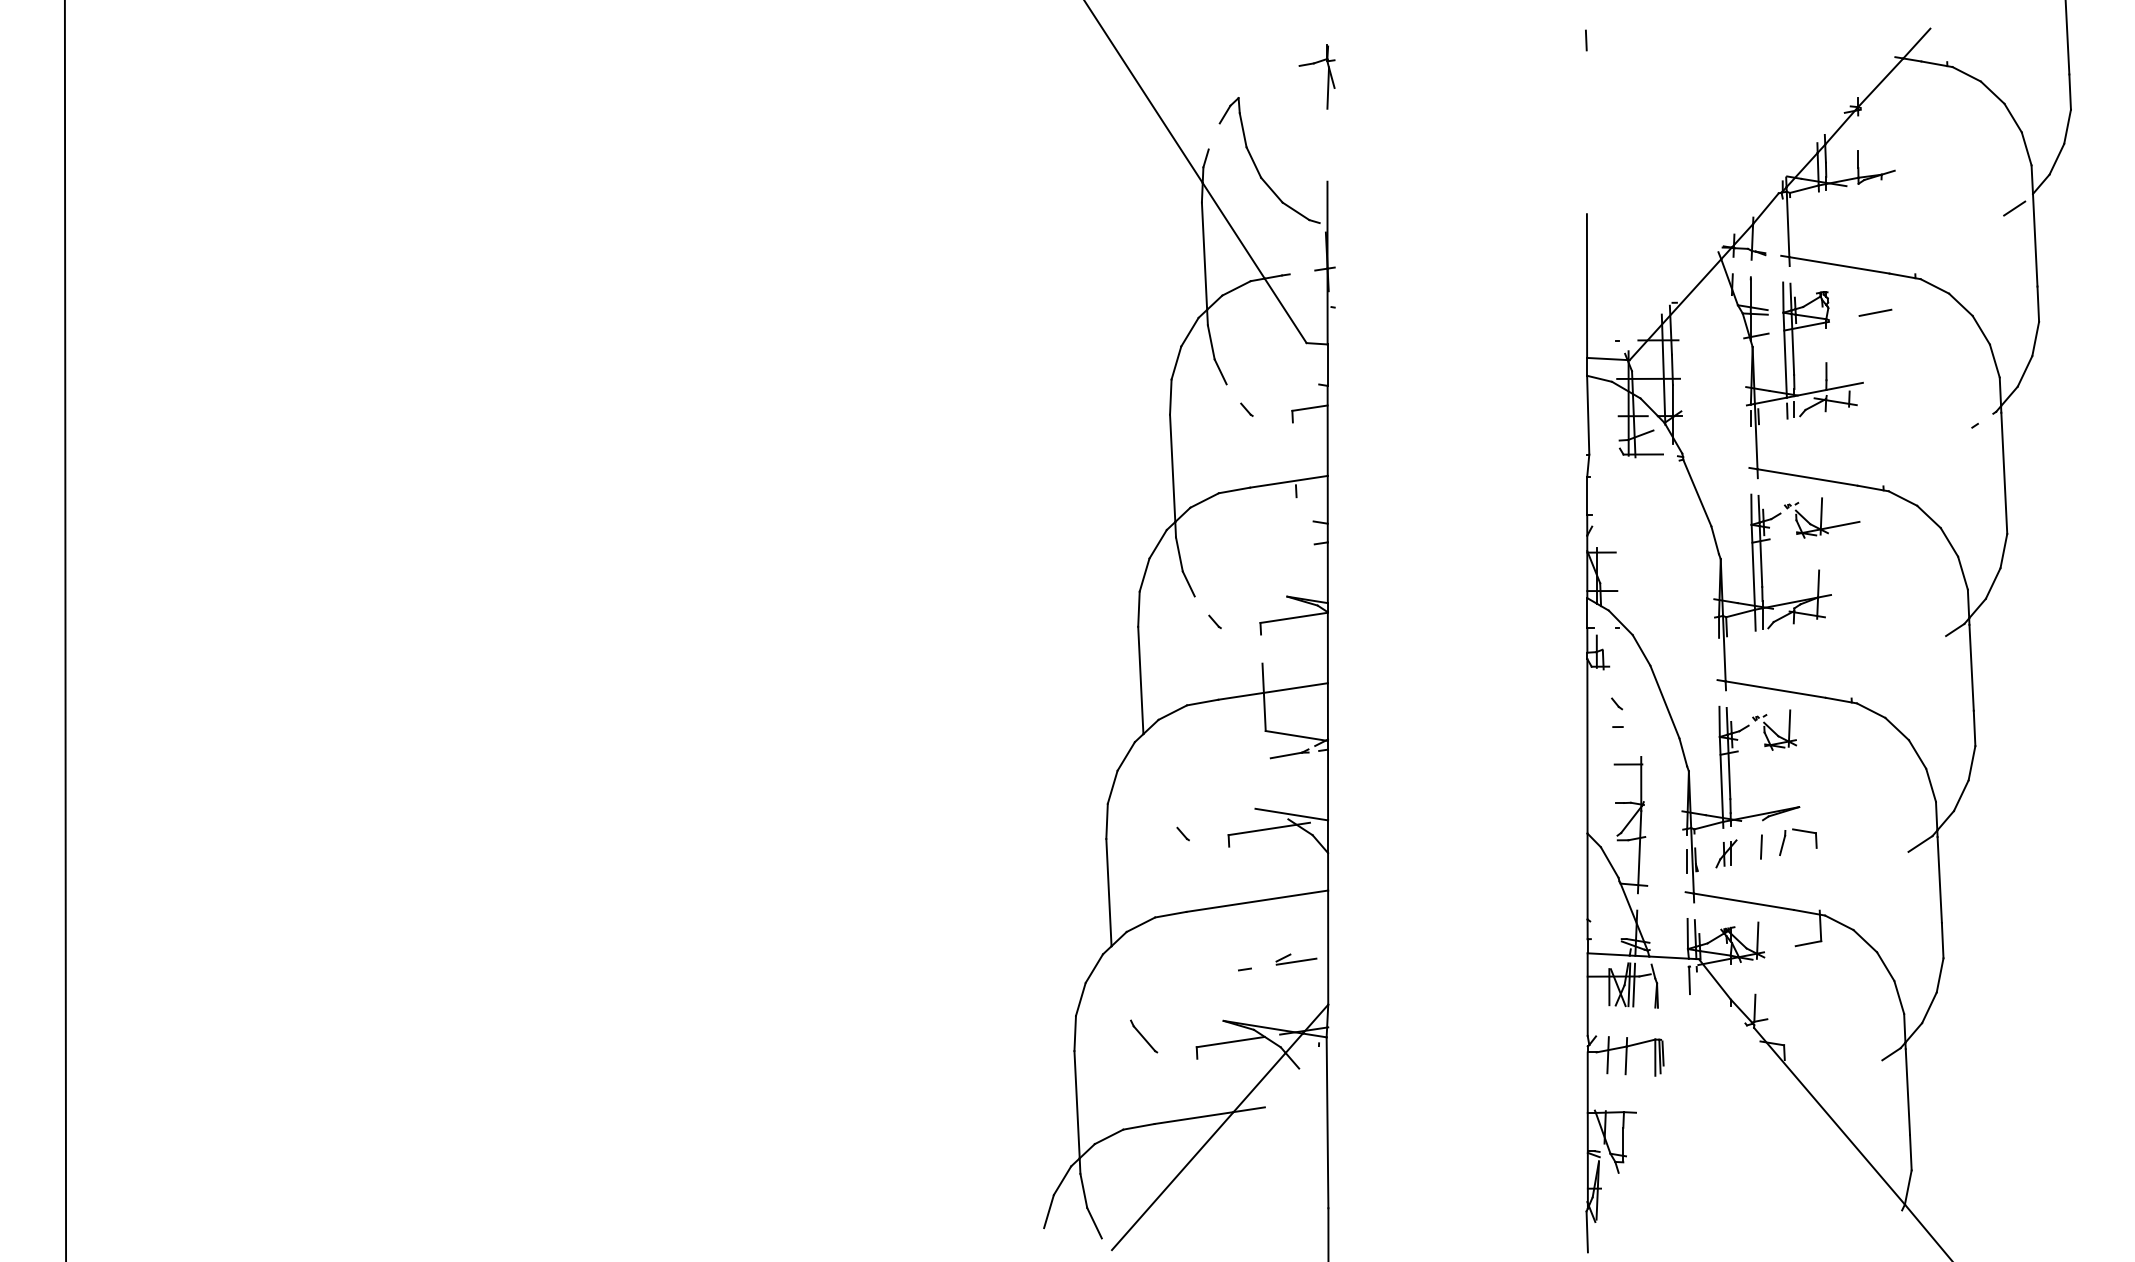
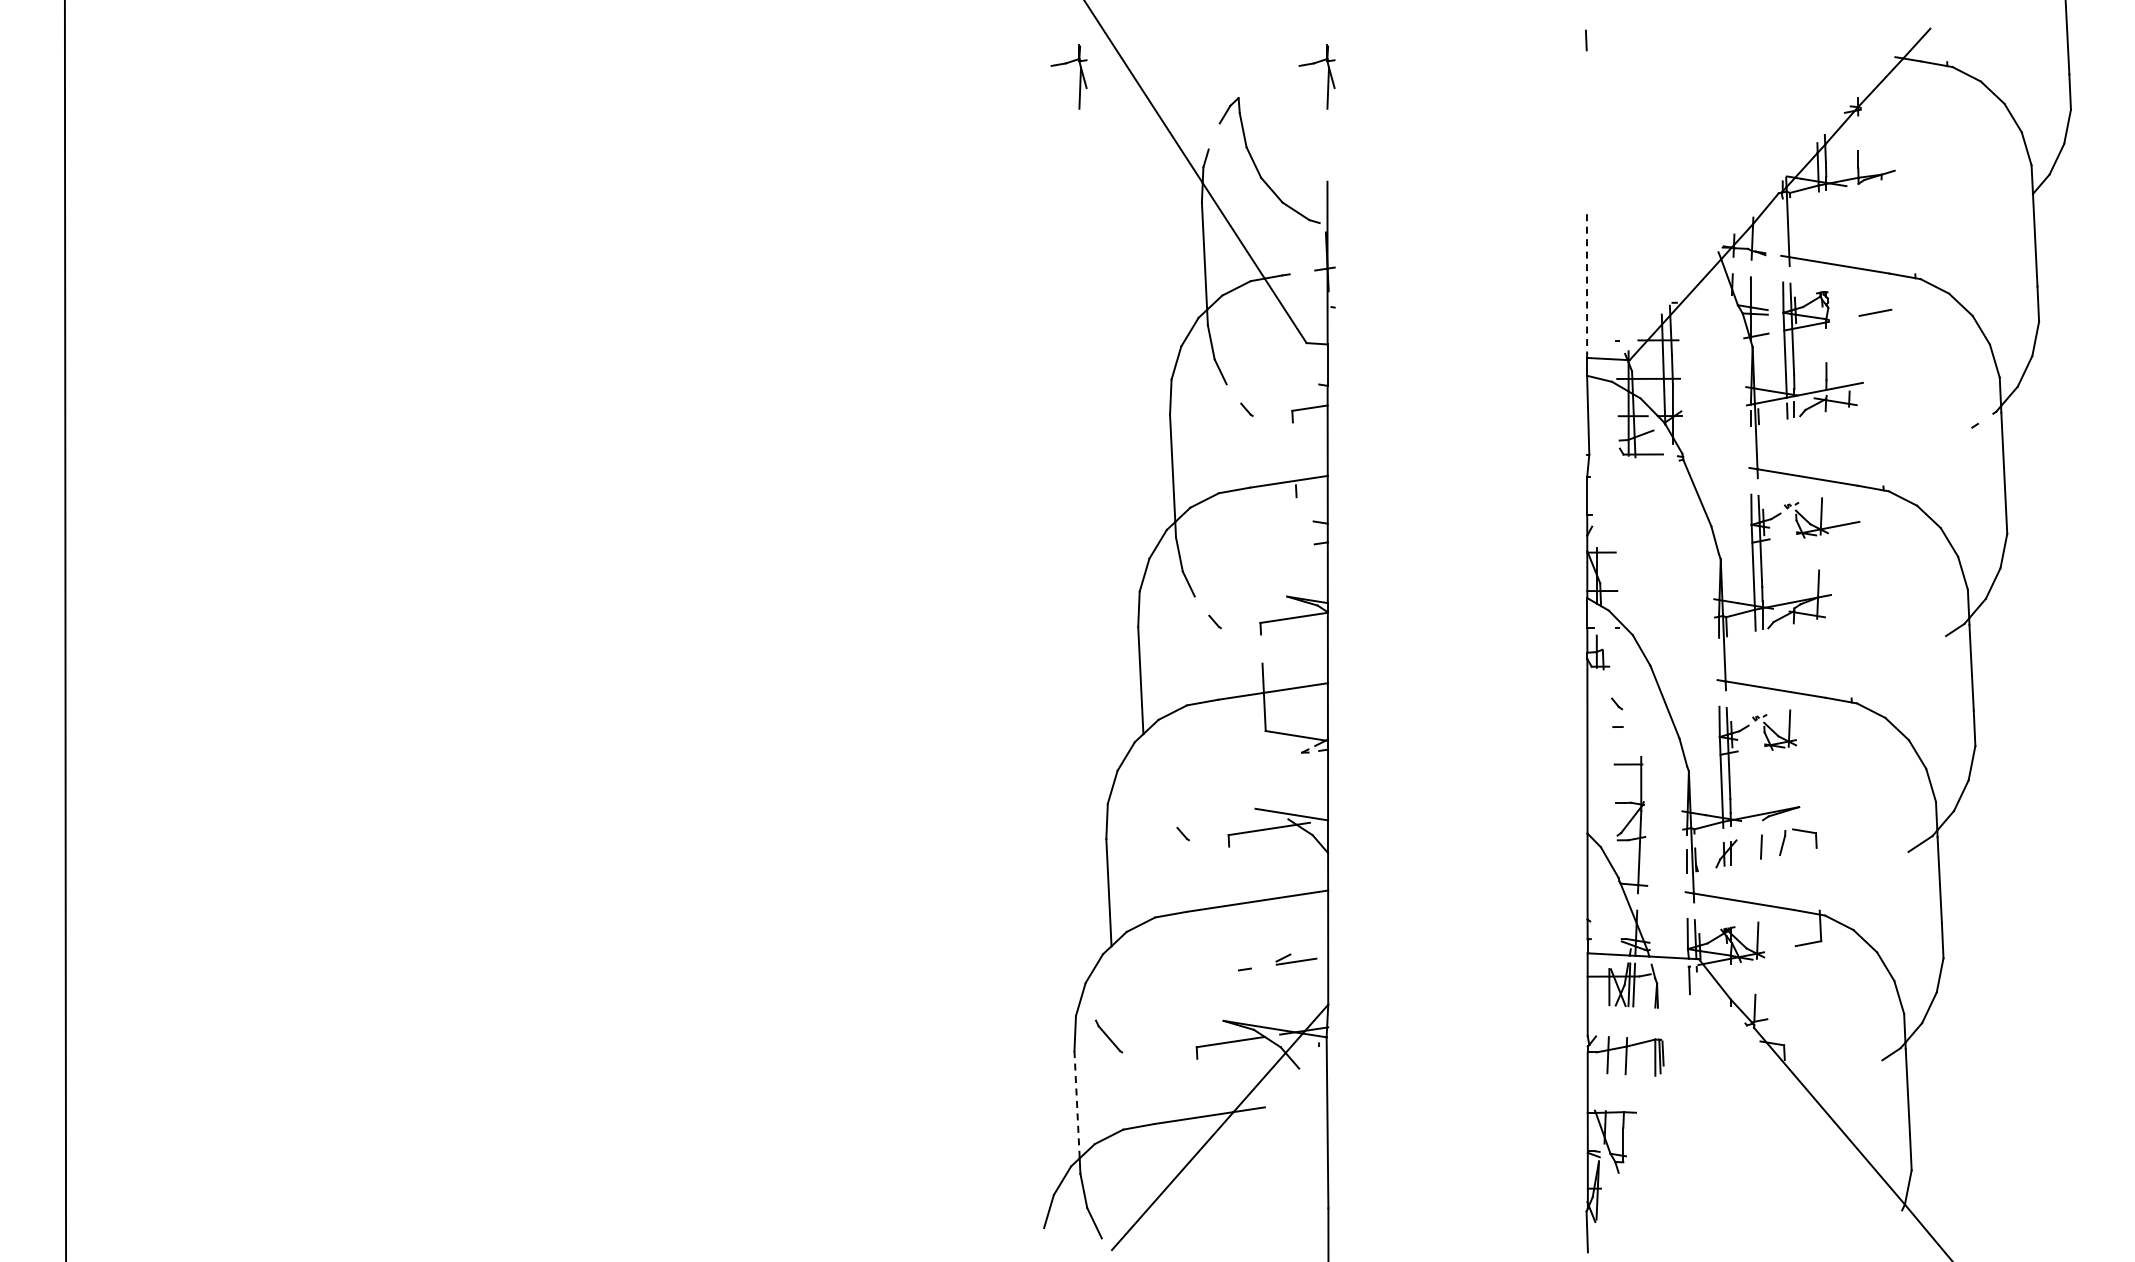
part at (1079, 76): none -> present
line at (2014, 208): present -> none
line at (1587, 286): solid -> dashed
line at (1286, 755): present -> none
part at (1144, 1036) position: (1144, 1036) -> (1109, 1036)
line at (1077, 1104): solid -> dashed
